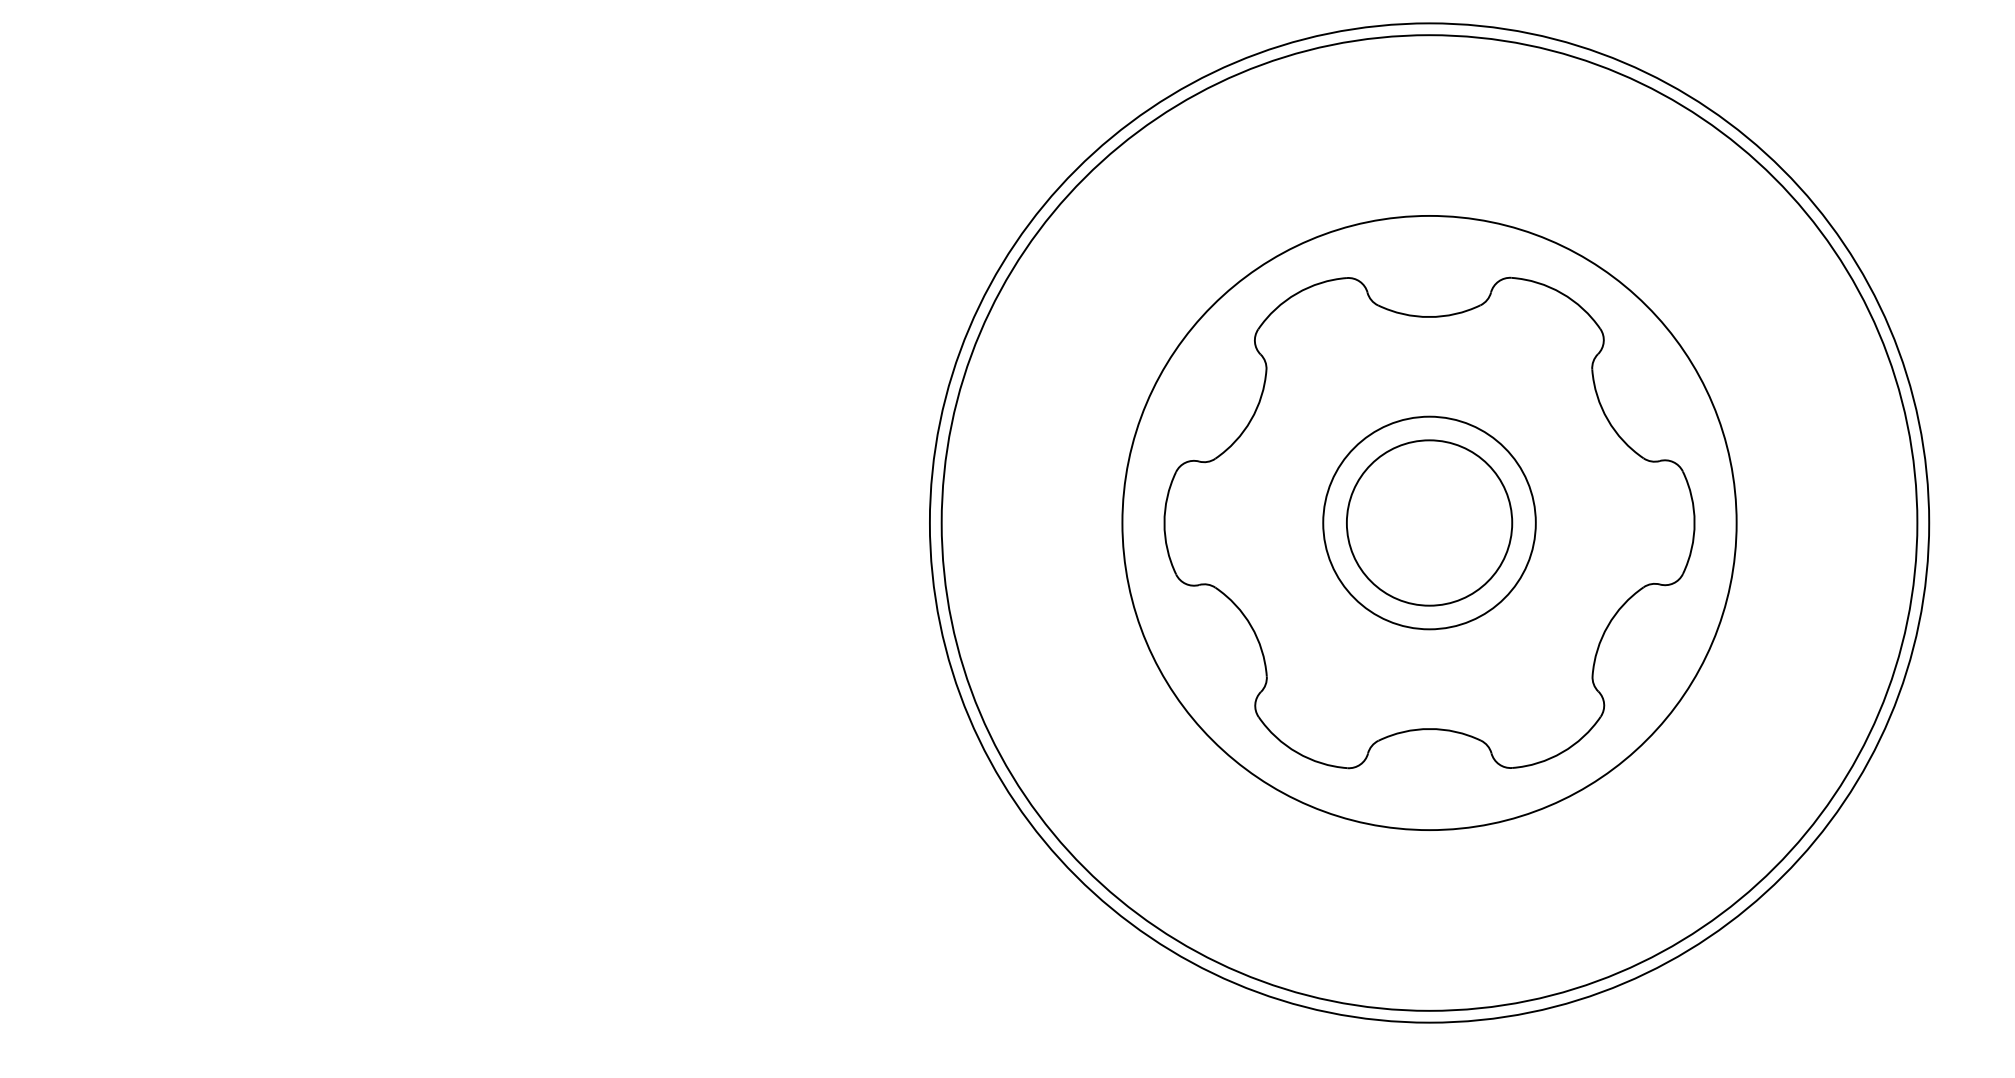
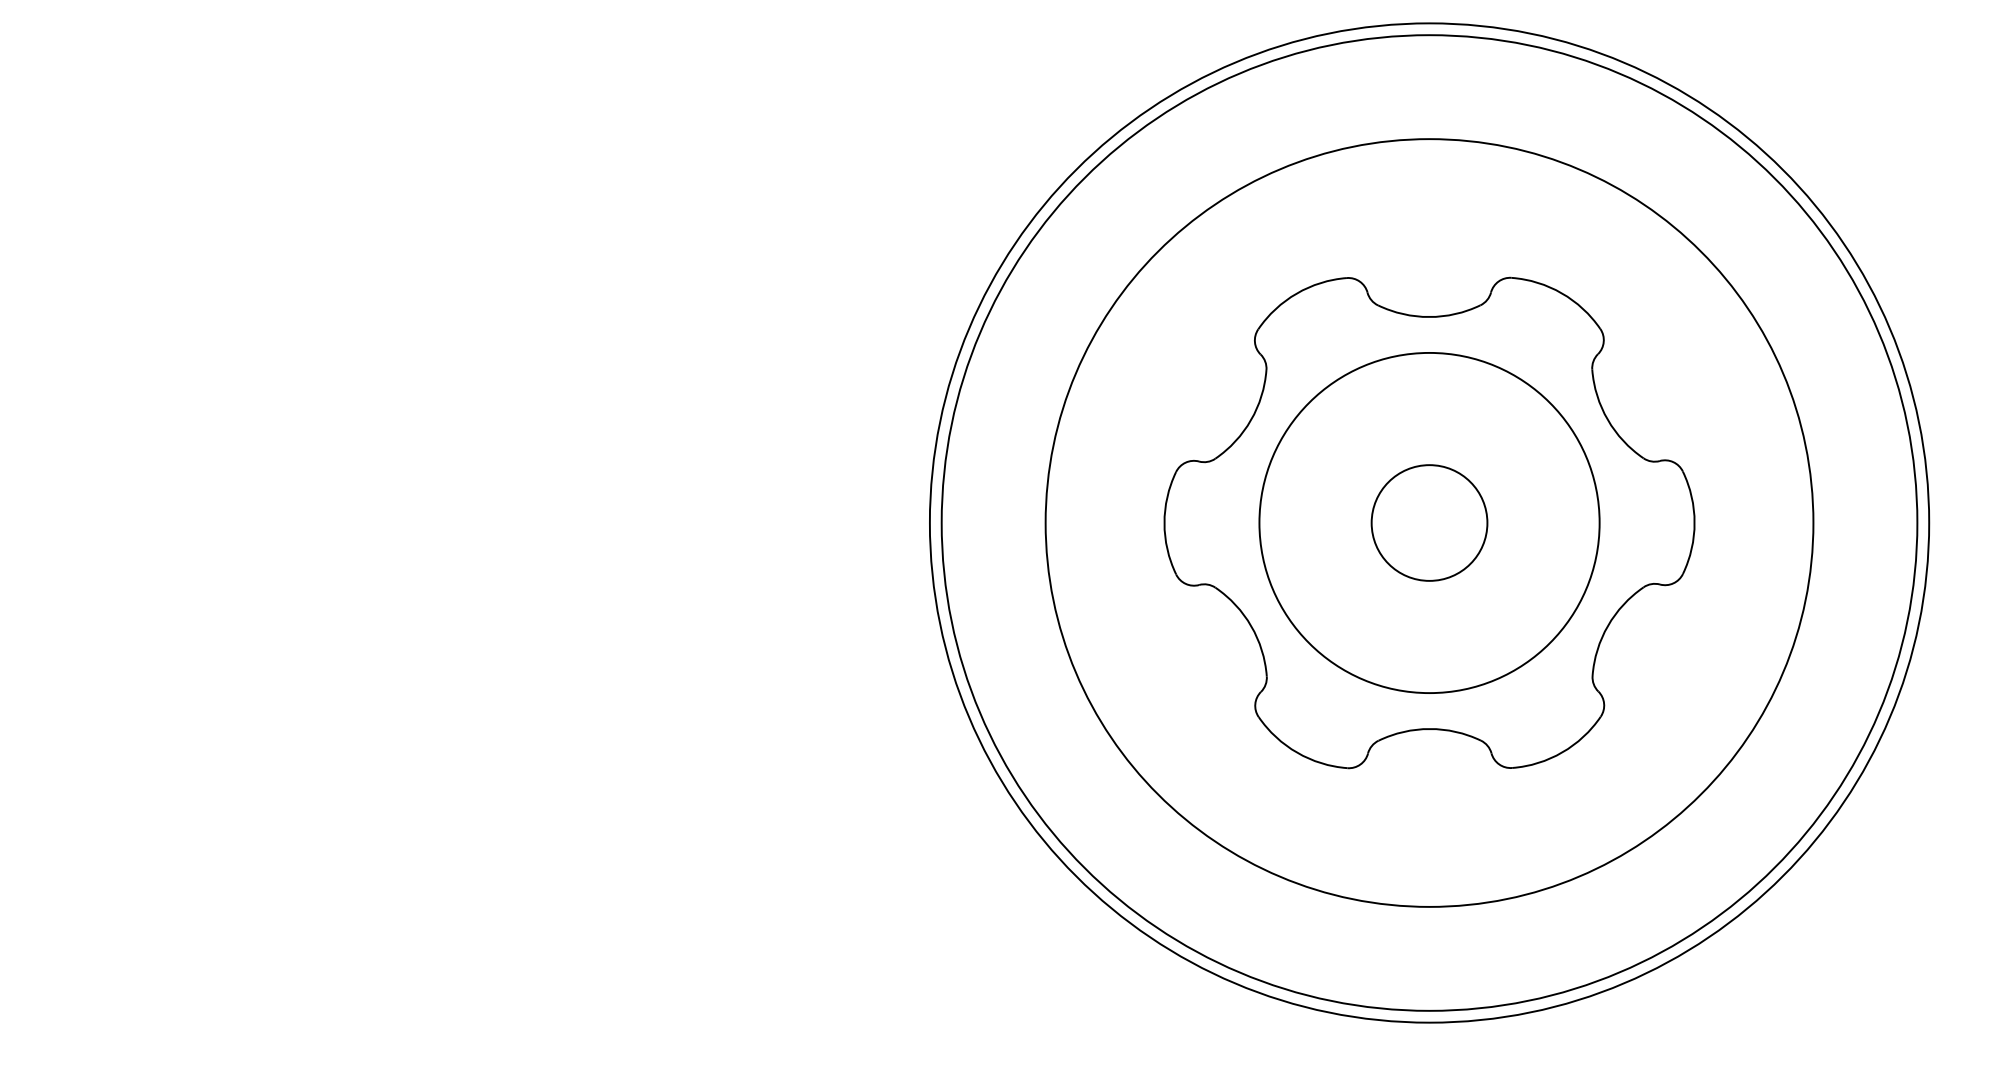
circle at (1429, 522) diameter: 165 px -> 116 px
circle at (1429, 522) diameter: 213 px -> 340 px
circle at (1429, 522) diameter: 614 px -> 768 px
